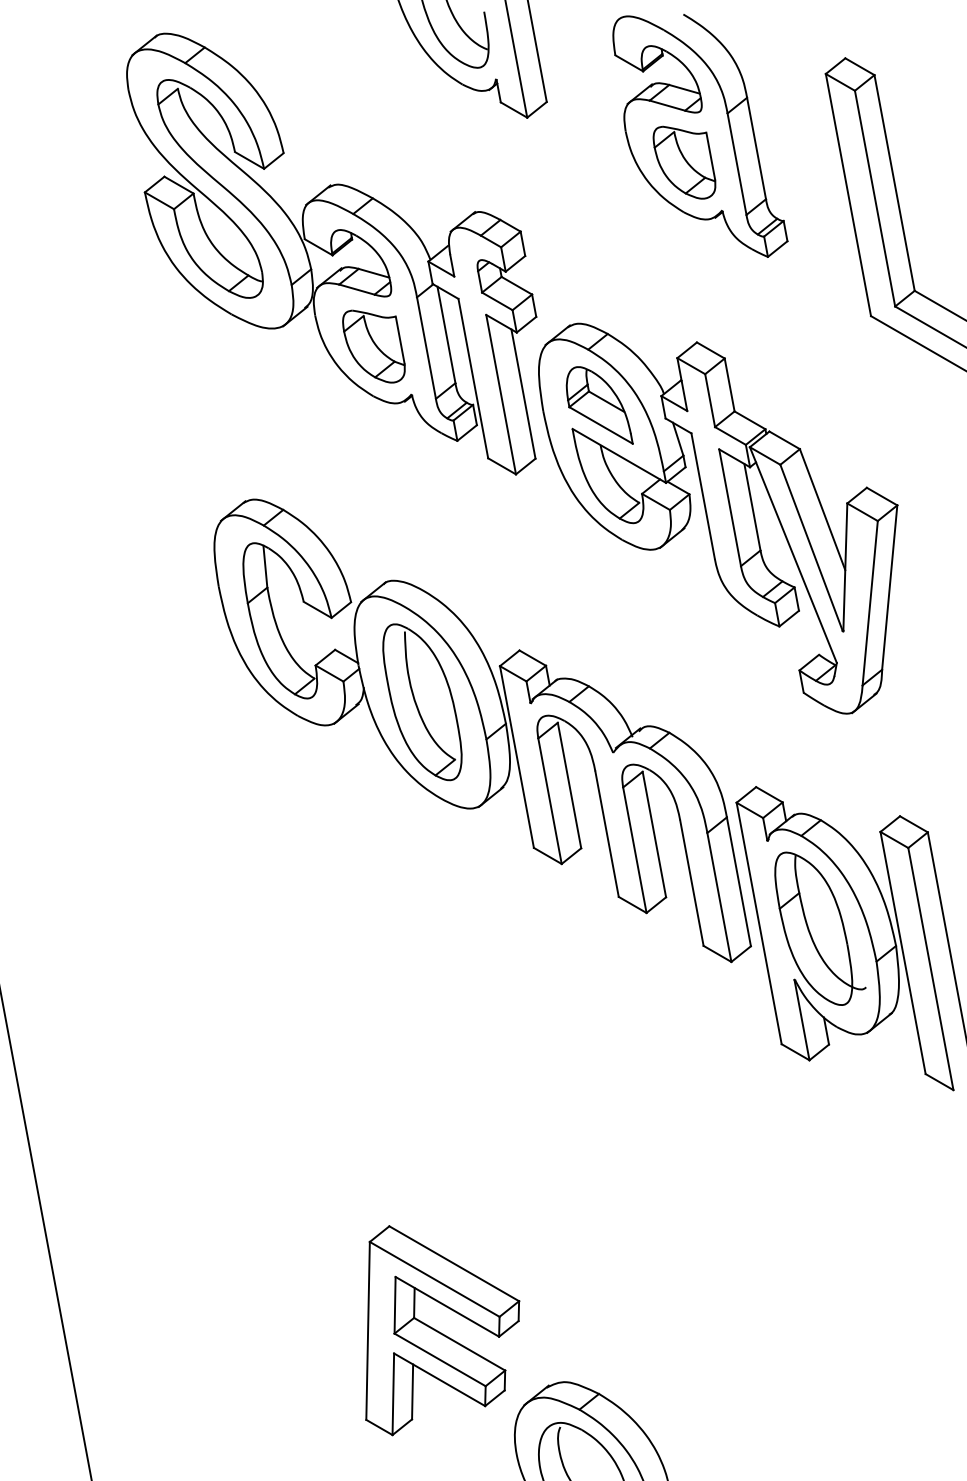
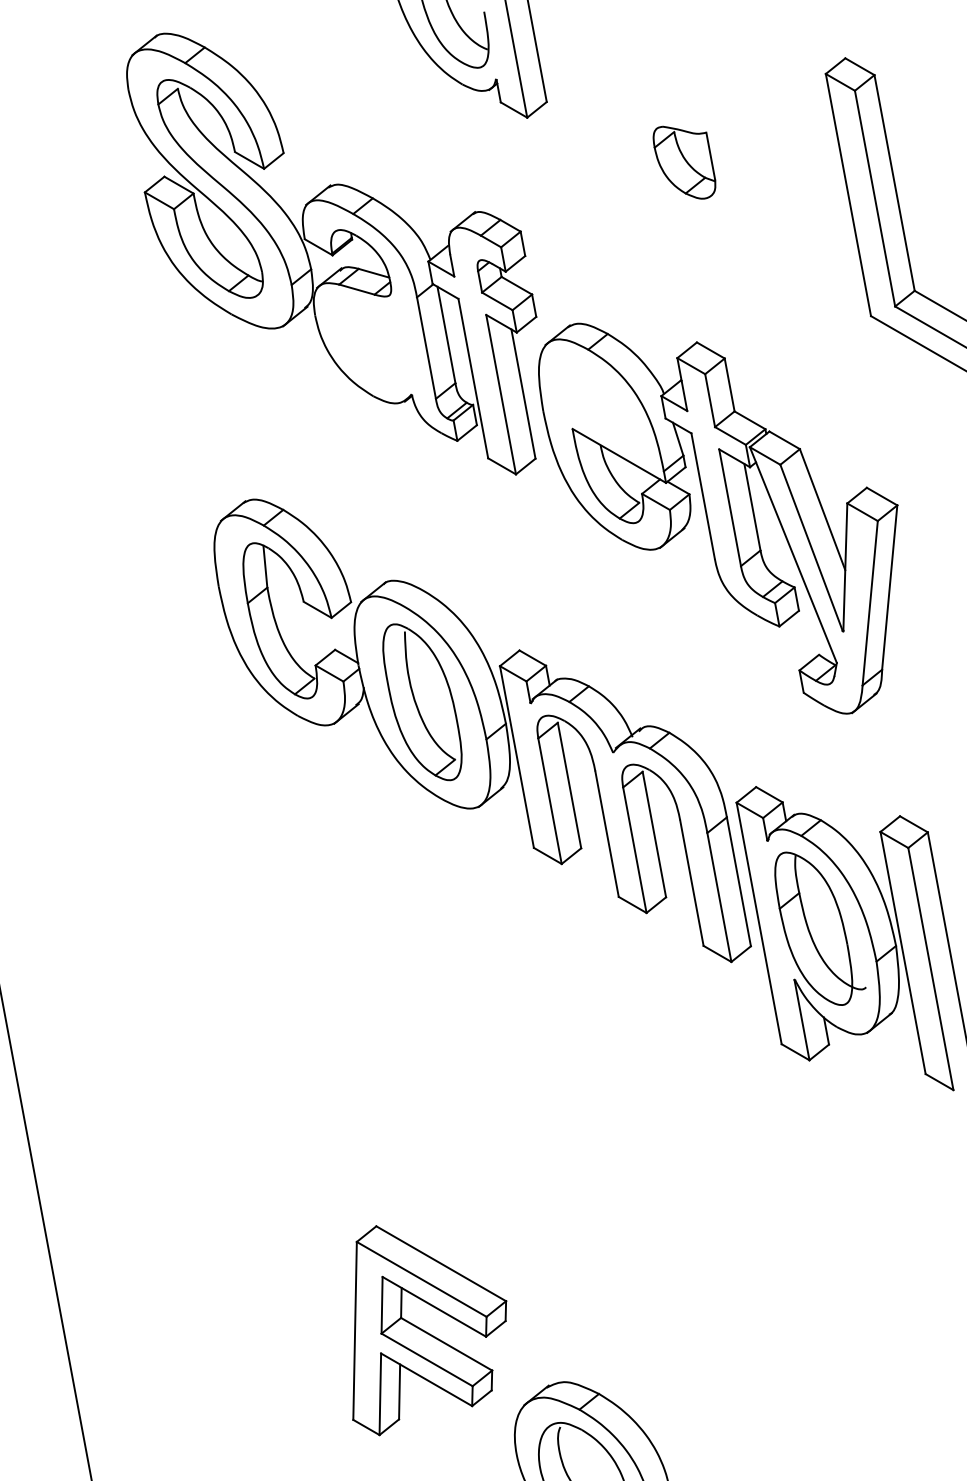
part at (700, 135): present -> none
part at (373, 346): present -> none
part at (599, 405): present -> none
part at (442, 1330) position: (442, 1330) -> (429, 1330)
